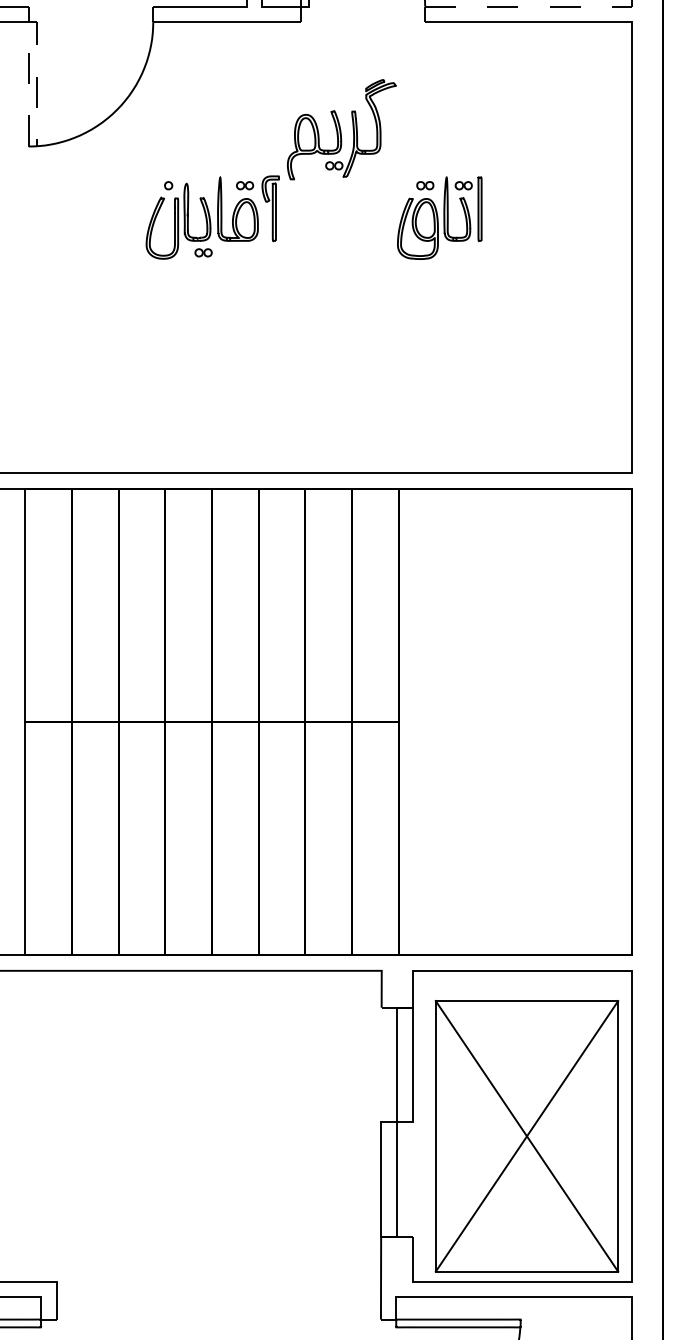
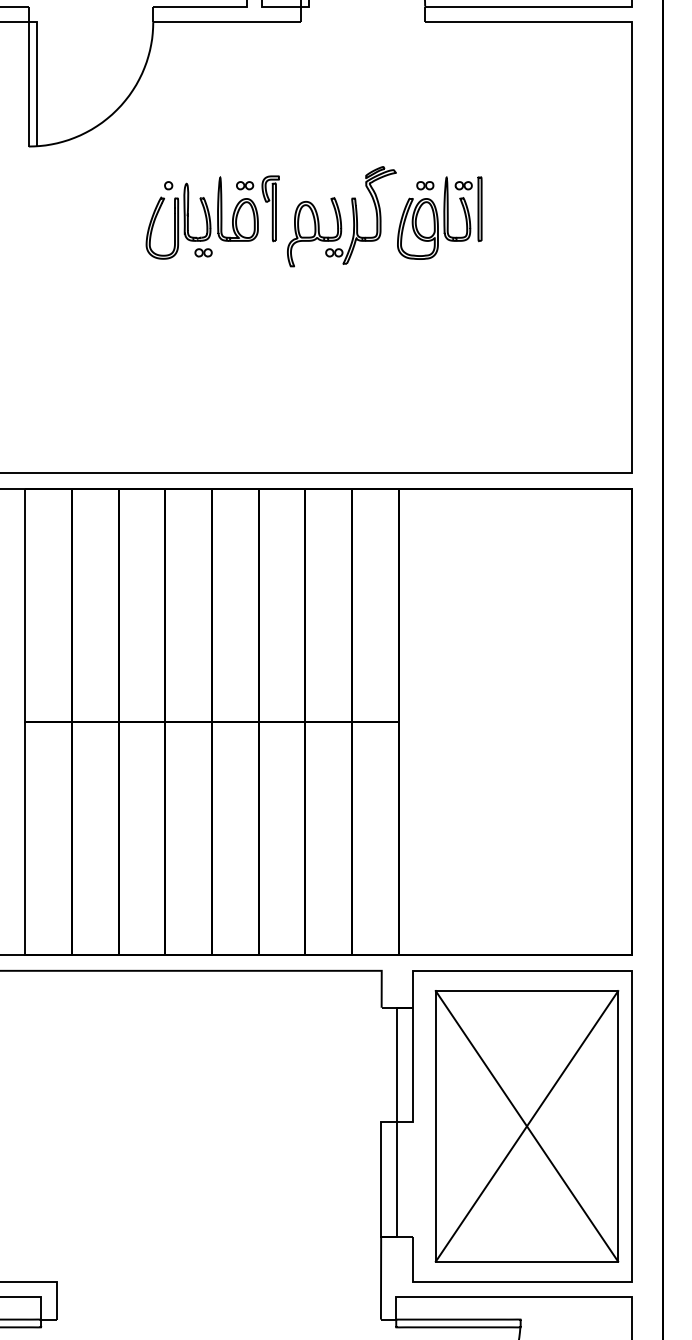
line at (531, 6): dashed -> solid
line at (32, 22): dashed -> solid
part at (341, 129) position: (341, 129) -> (341, 216)
part at (526, 1136) position: (526, 1136) -> (526, 1126)
